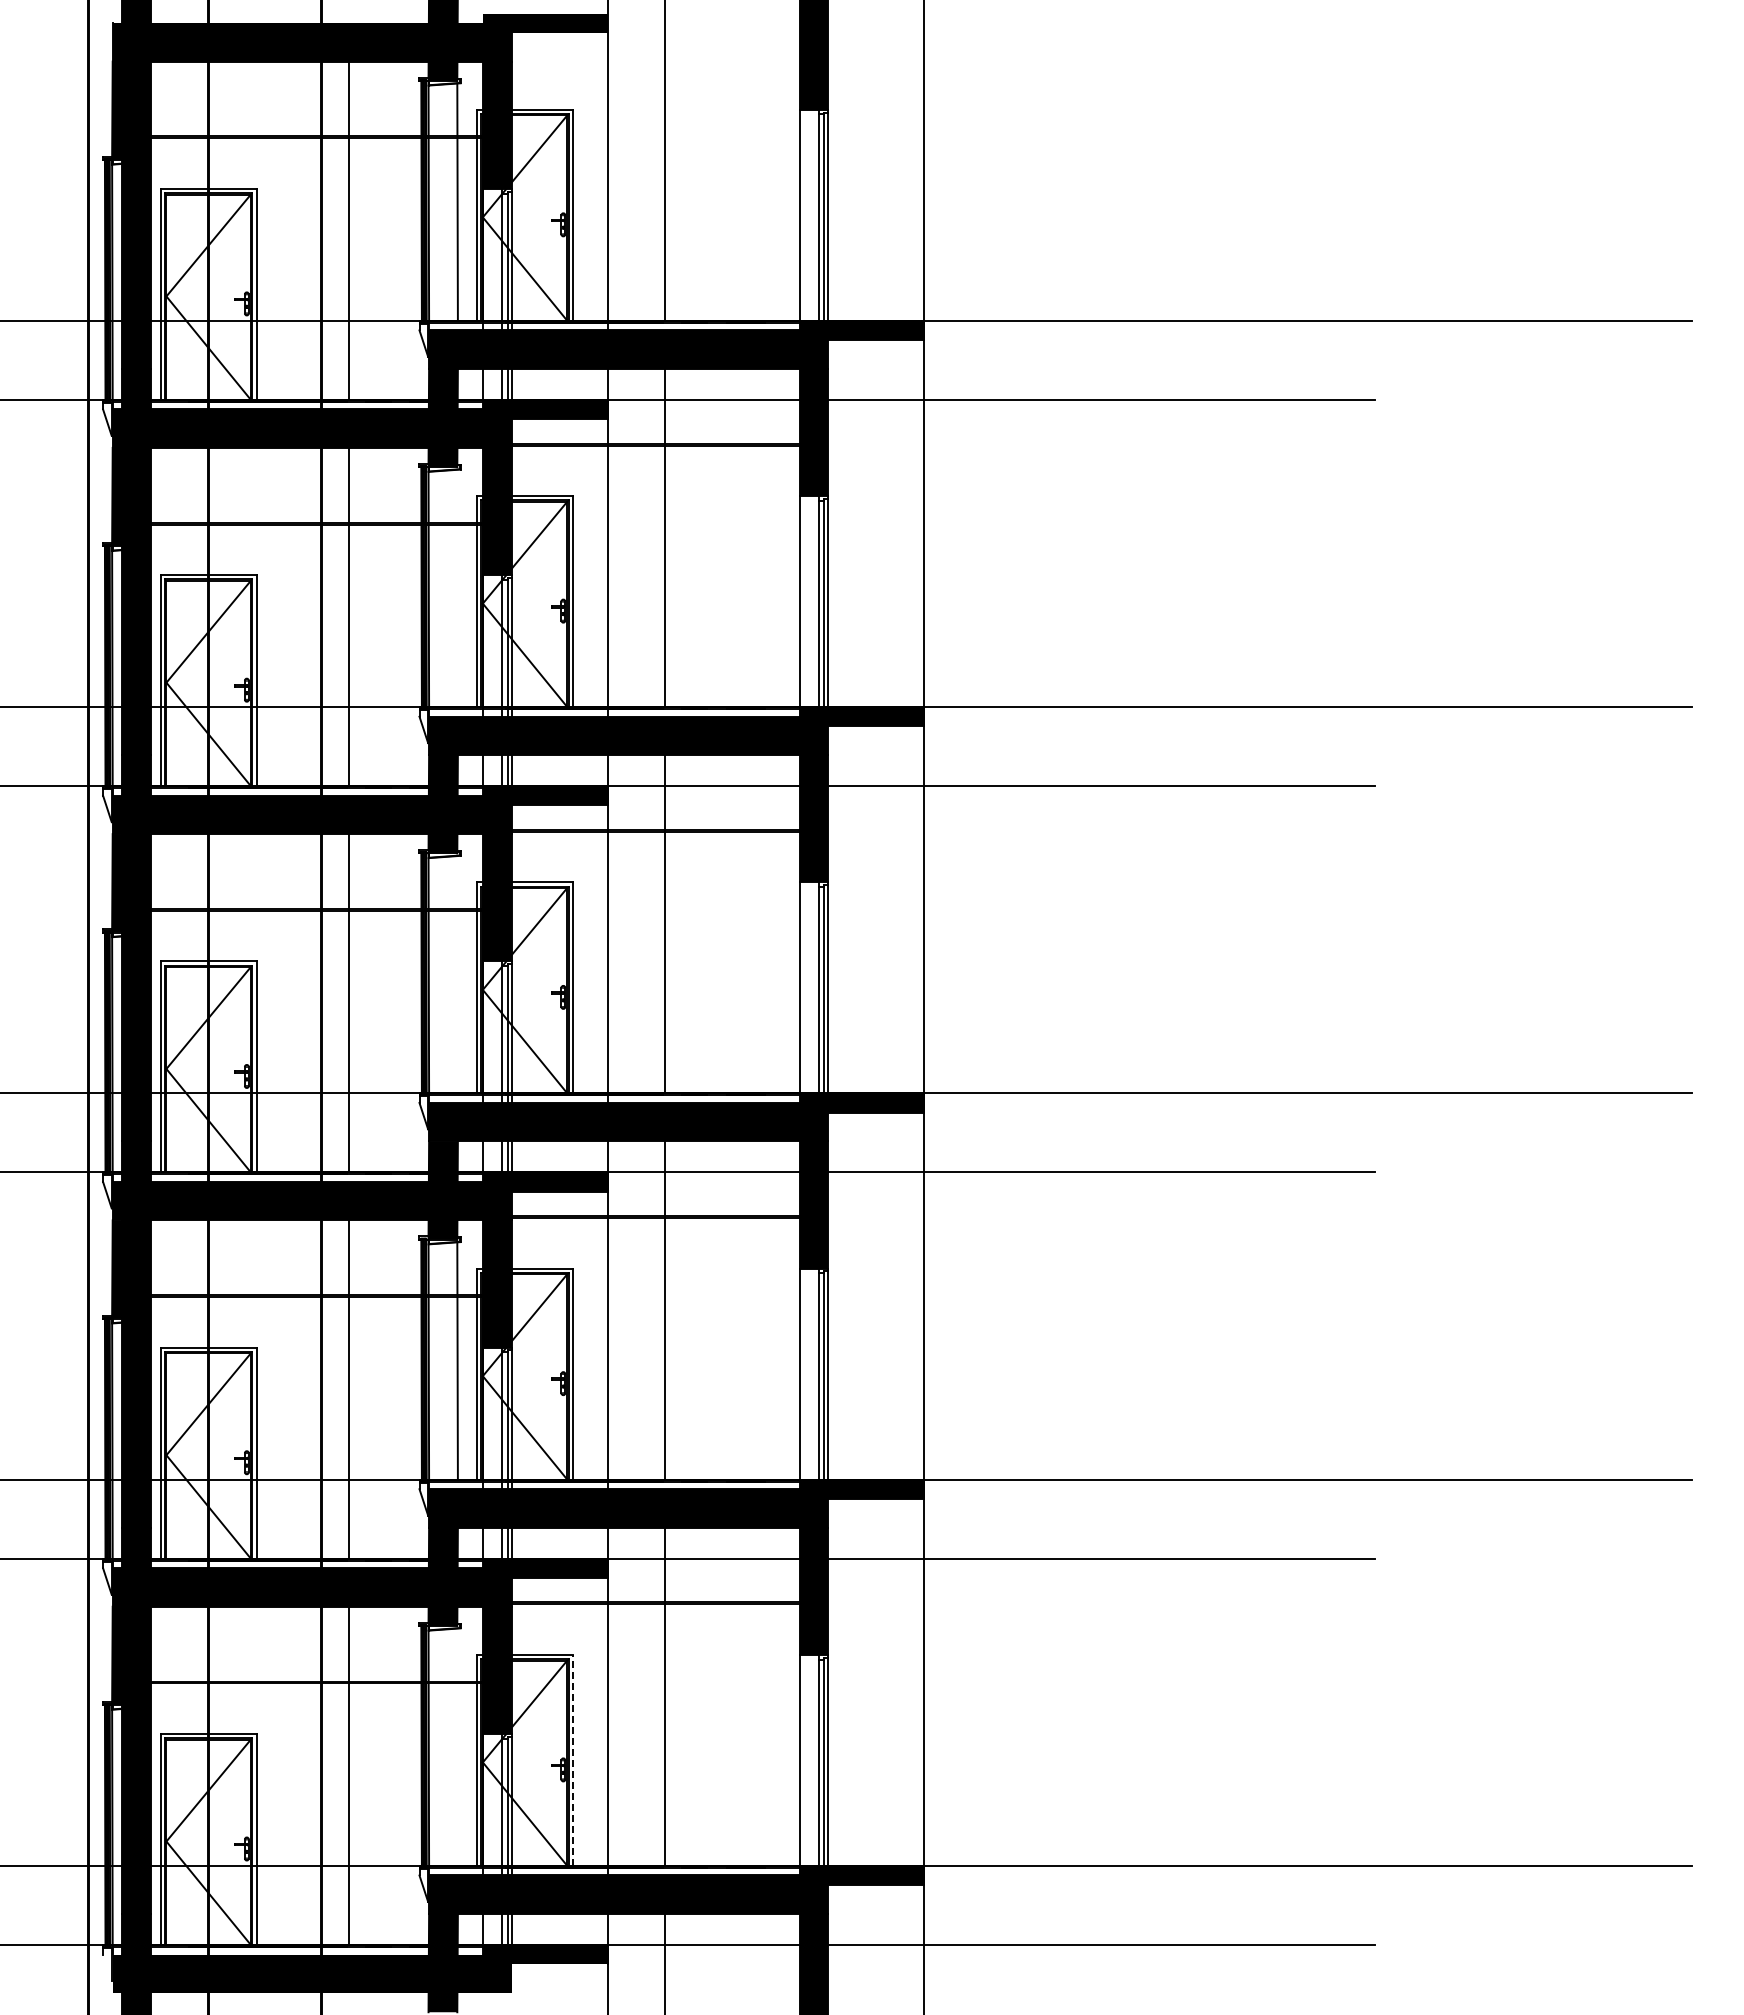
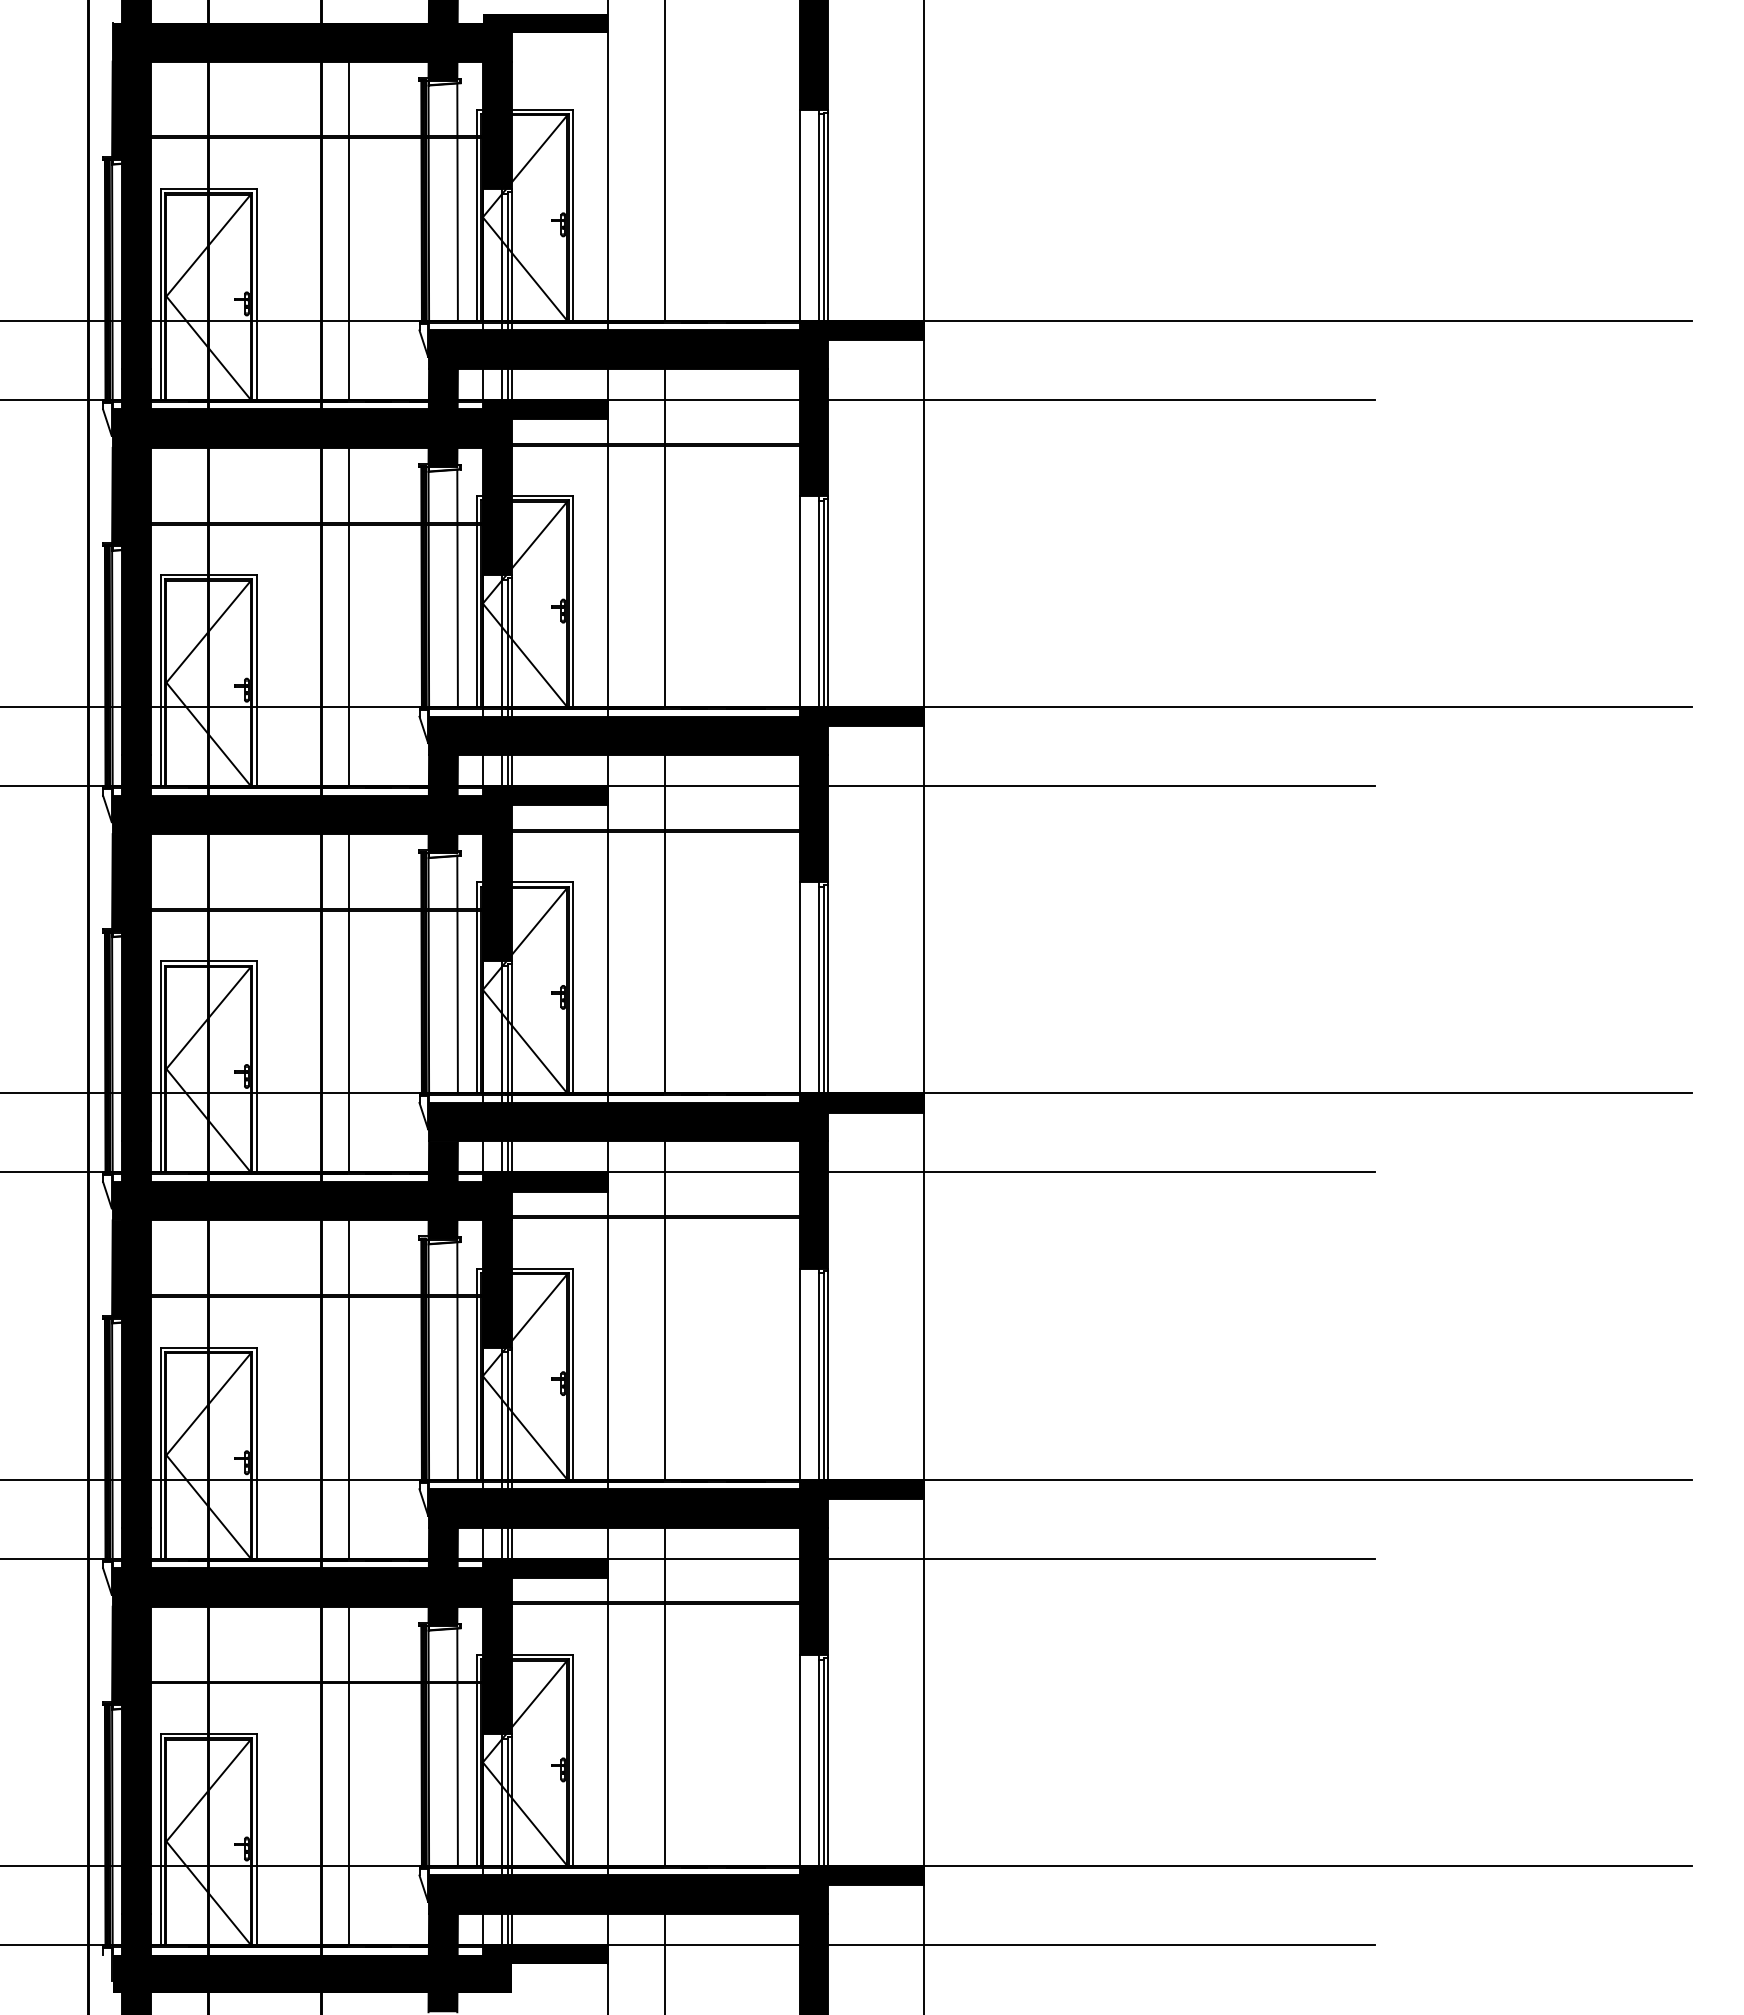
line at (457, 588): none -> present
line at (457, 974): none -> present
line at (457, 1746): none -> present
line at (573, 1760): dashed -> solid
